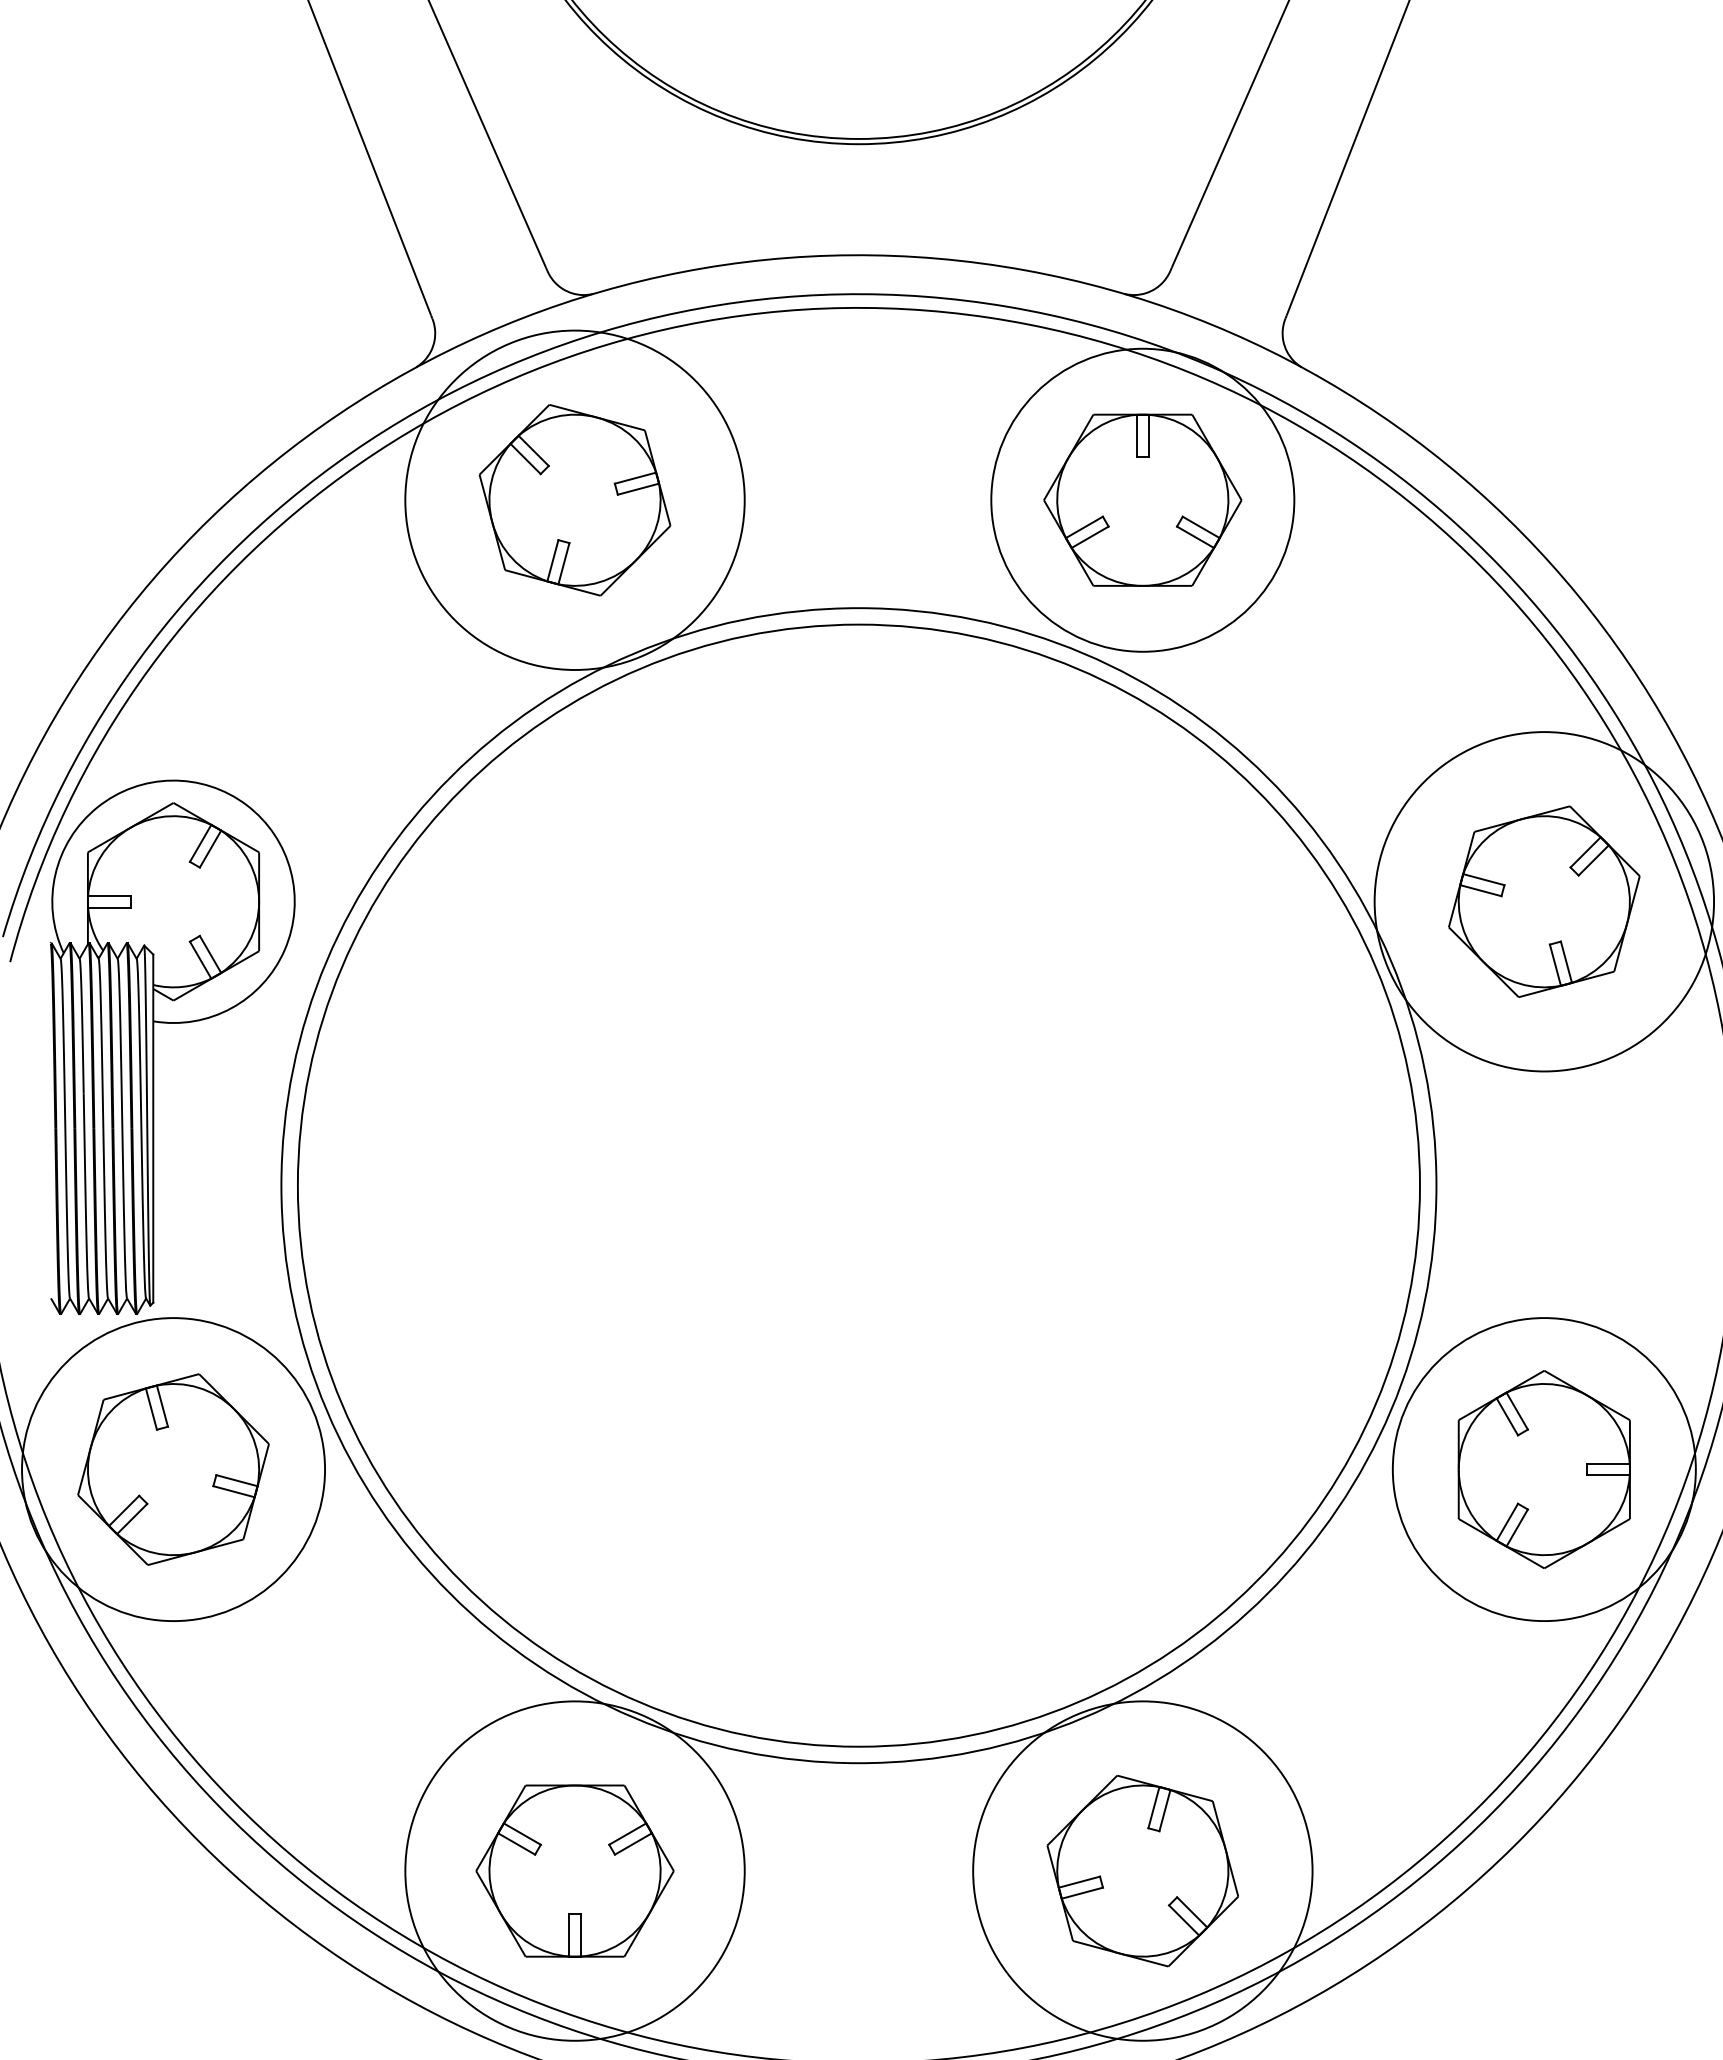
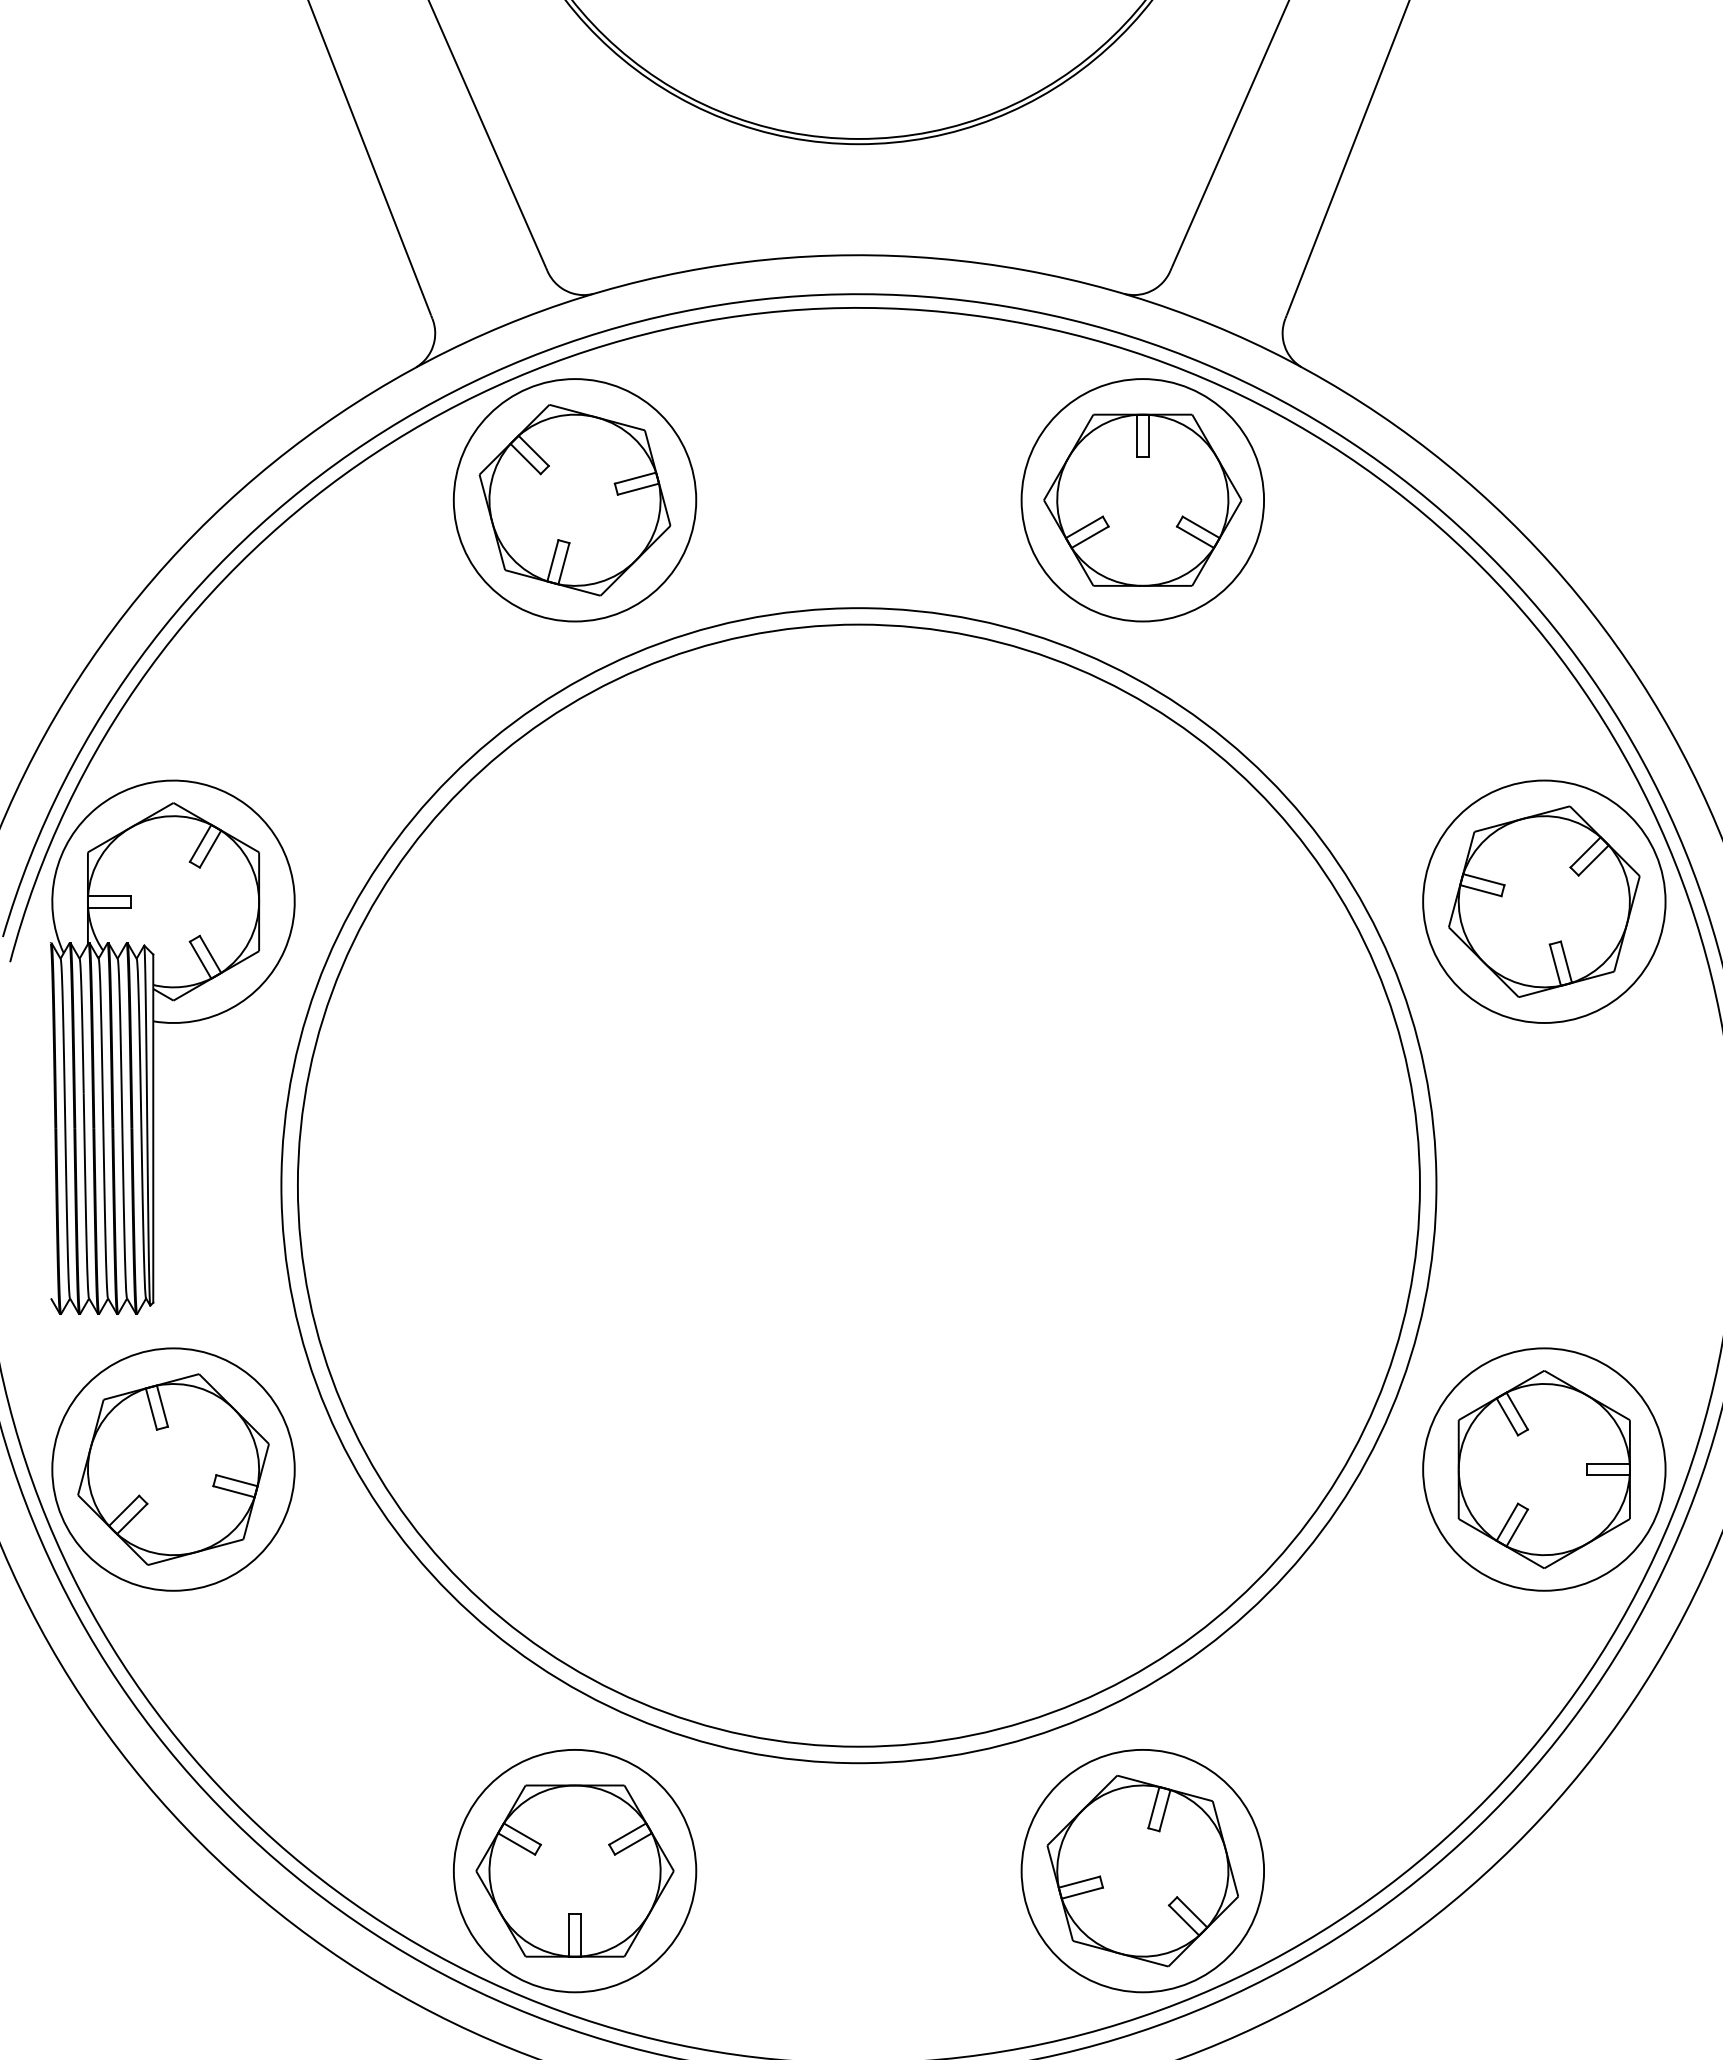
circle at (574, 499) diameter: 339 px -> 242 px
circle at (1142, 499) diameter: 303 px -> 242 px
circle at (1544, 901) diameter: 339 px -> 242 px
circle at (173, 1469) diameter: 303 px -> 242 px
circle at (1543, 1469) diameter: 303 px -> 242 px
circle at (574, 1870) diameter: 339 px -> 242 px
circle at (1142, 1870) diameter: 339 px -> 242 px
